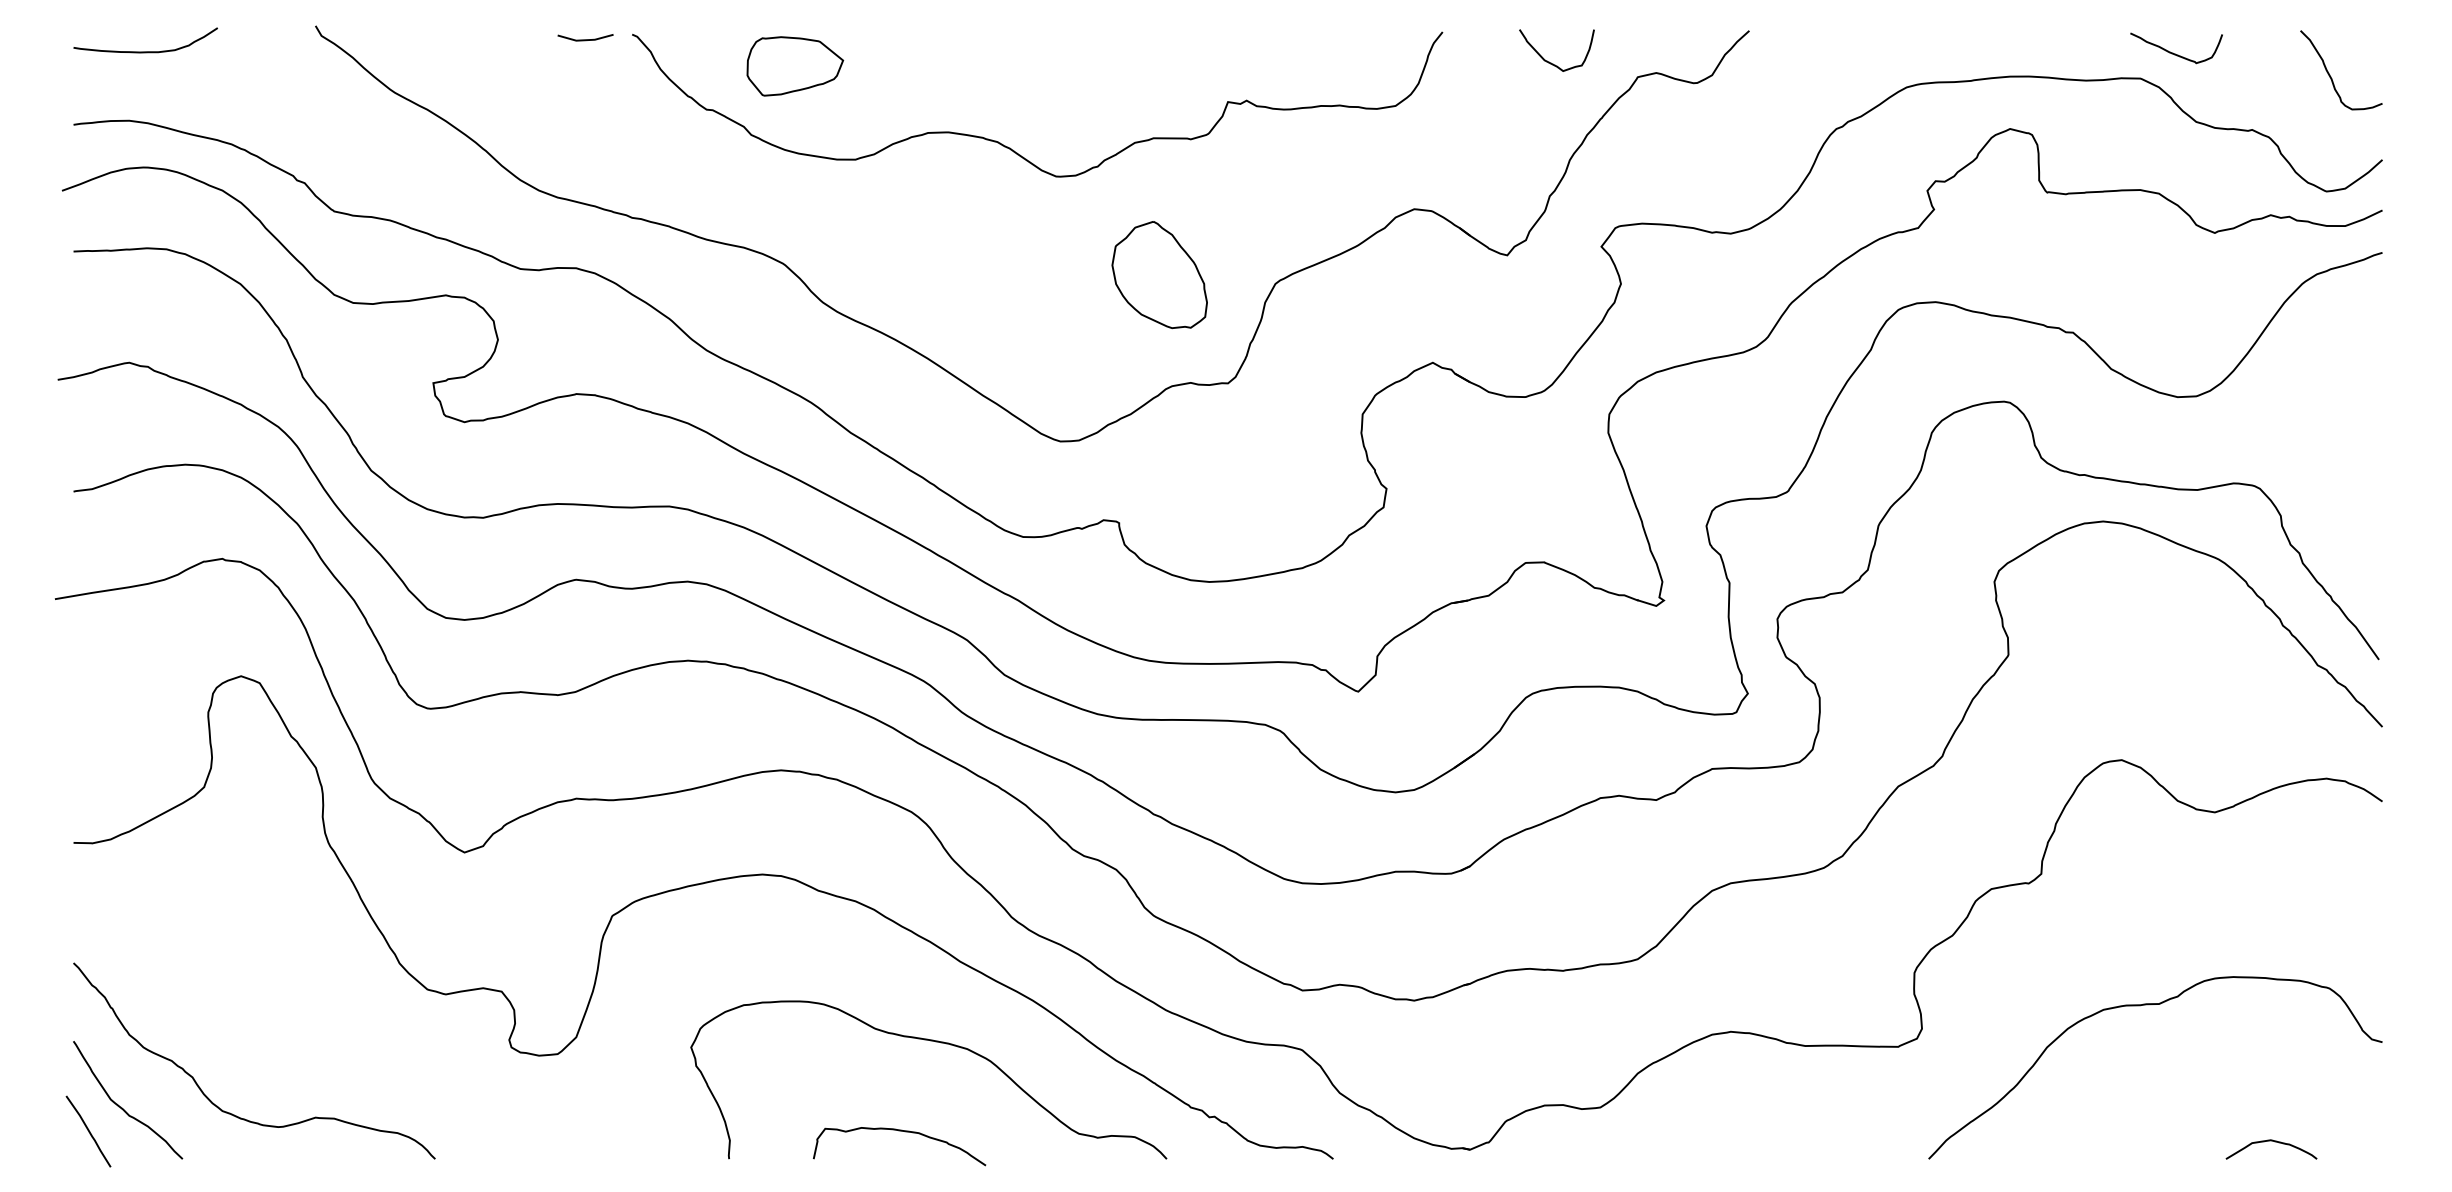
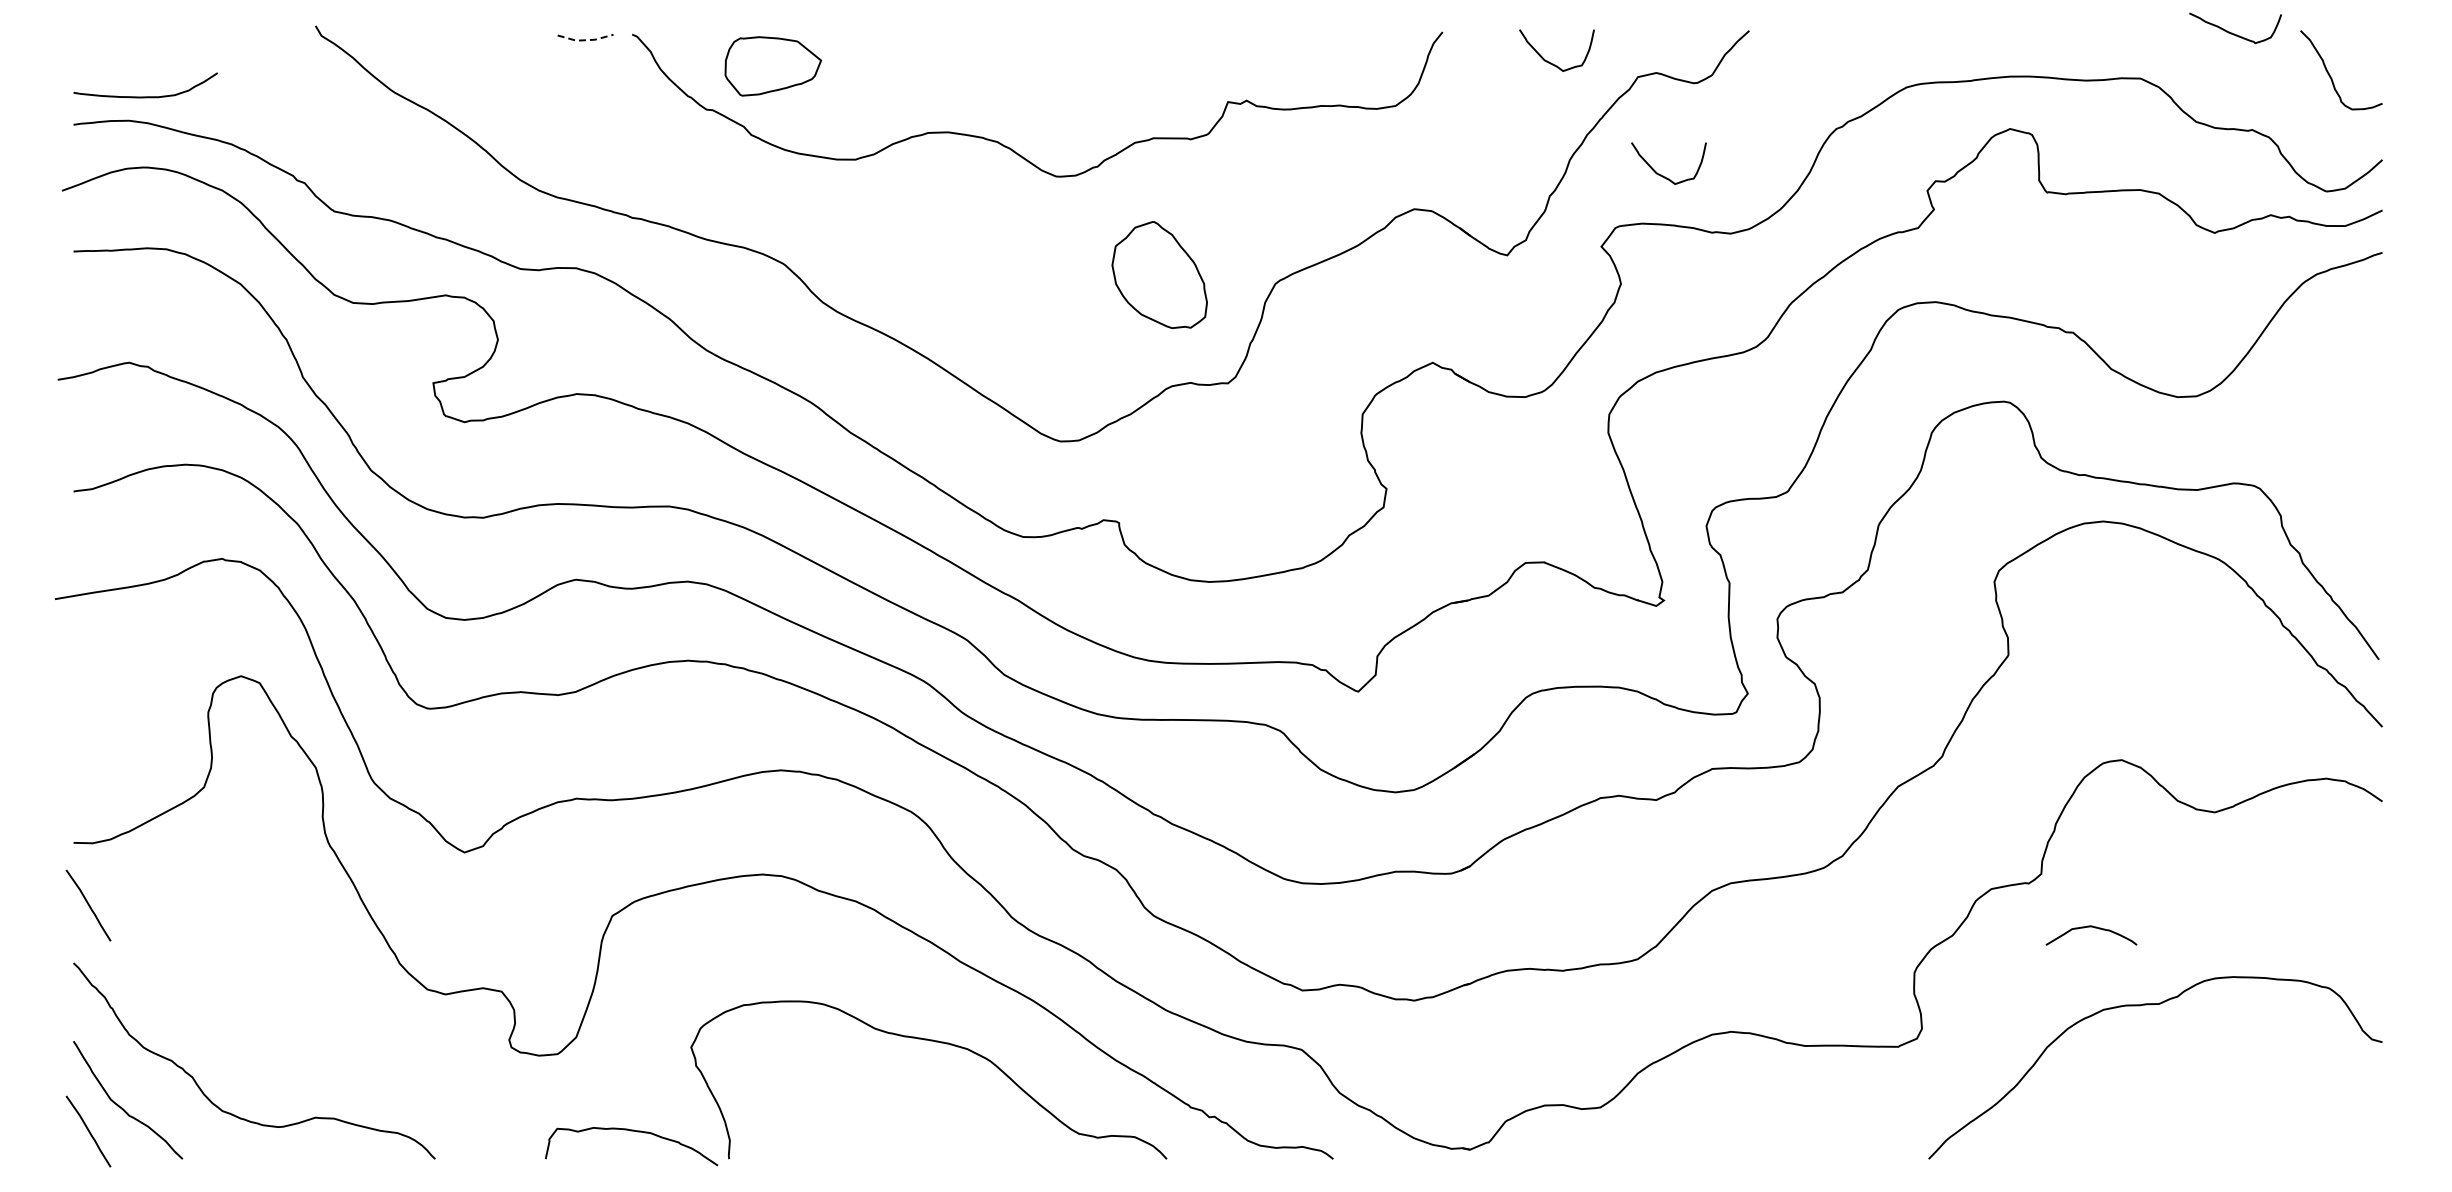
line at (586, 40): solid -> dashed
curve at (145, 51) position: (145, 51) -> (145, 96)
curve at (2173, 52) position: (2173, 52) -> (2232, 32)
part at (795, 66) position: (795, 66) -> (773, 66)
curve at (1663, 175): none -> present
curve at (88, 905): none -> present
curve at (899, 1131) position: (899, 1131) -> (631, 1131)
curve at (2274, 1142) position: (2274, 1142) -> (2094, 928)
